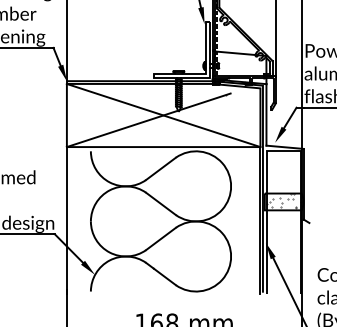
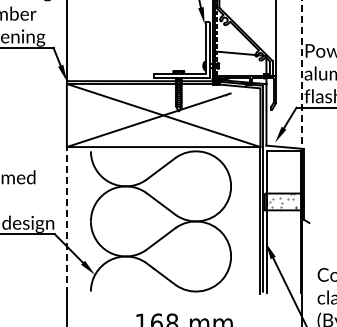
line at (301, 74): solid -> dashed
line at (66, 220): solid -> dashed
